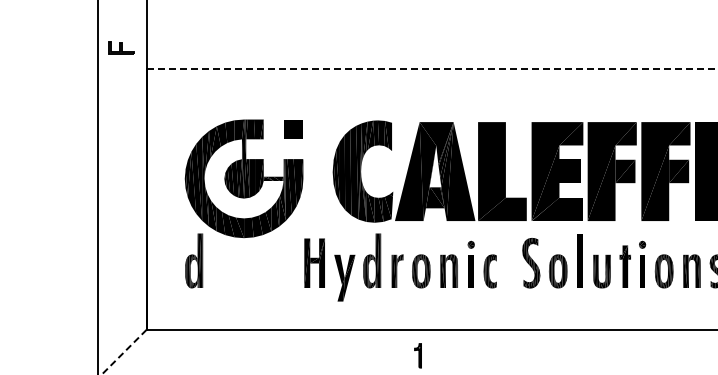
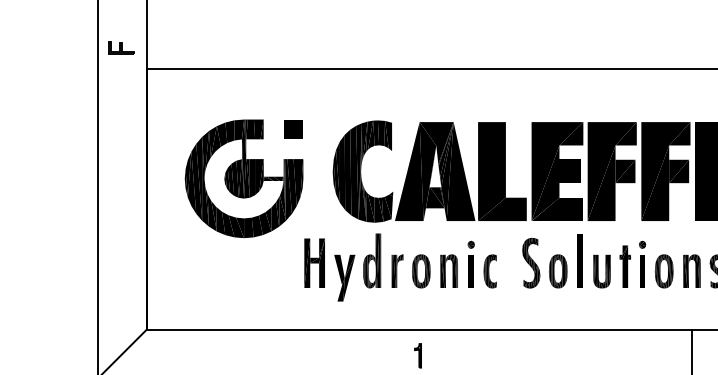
line at (432, 69): dashed -> solid
part at (194, 260): present -> none
line at (692, 350): none -> present
line at (124, 352): dashed -> solid
